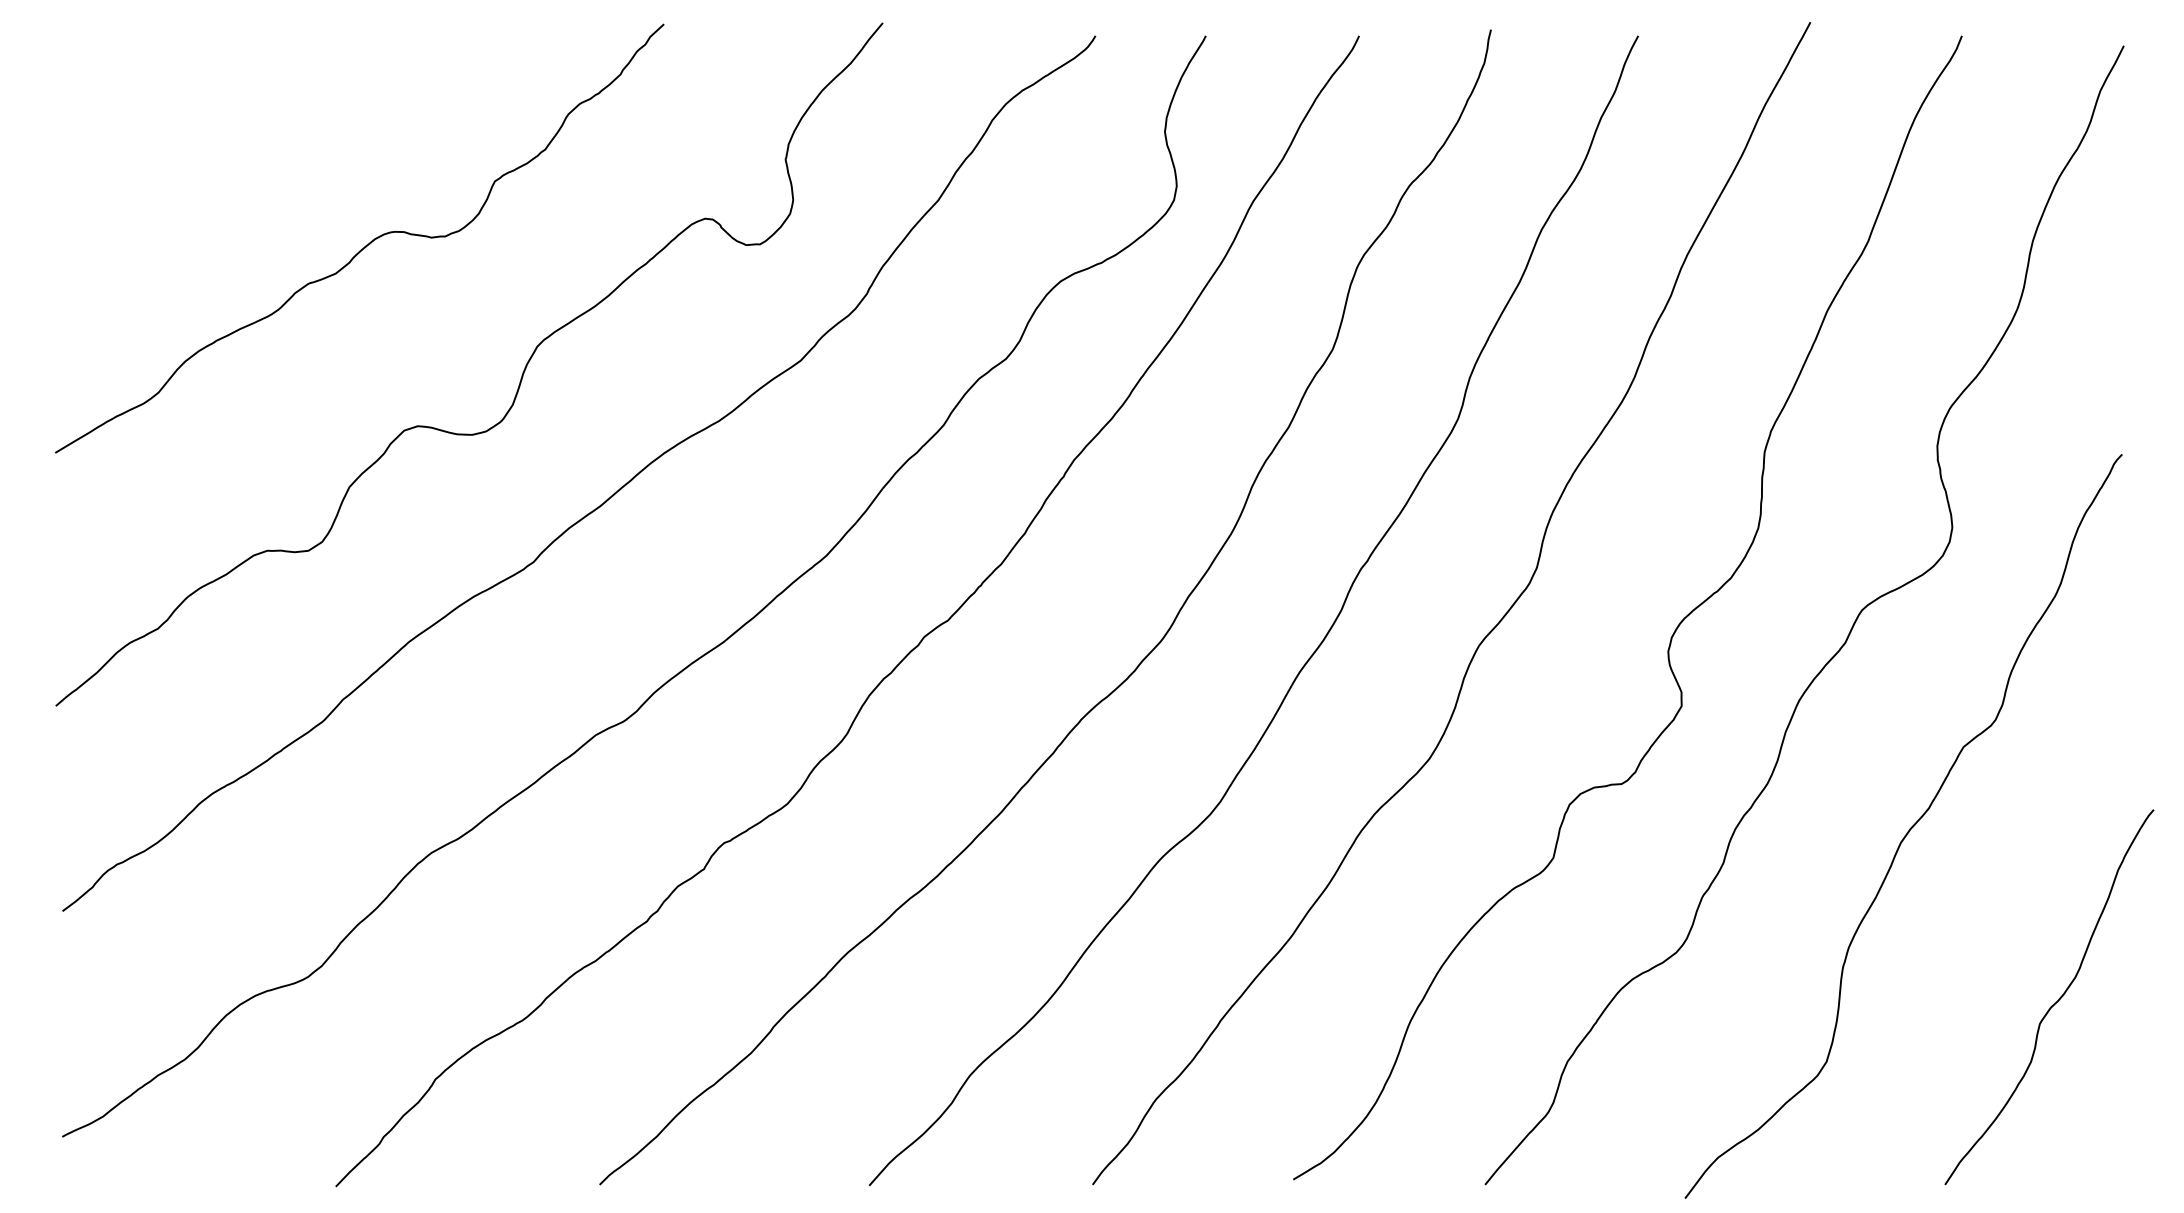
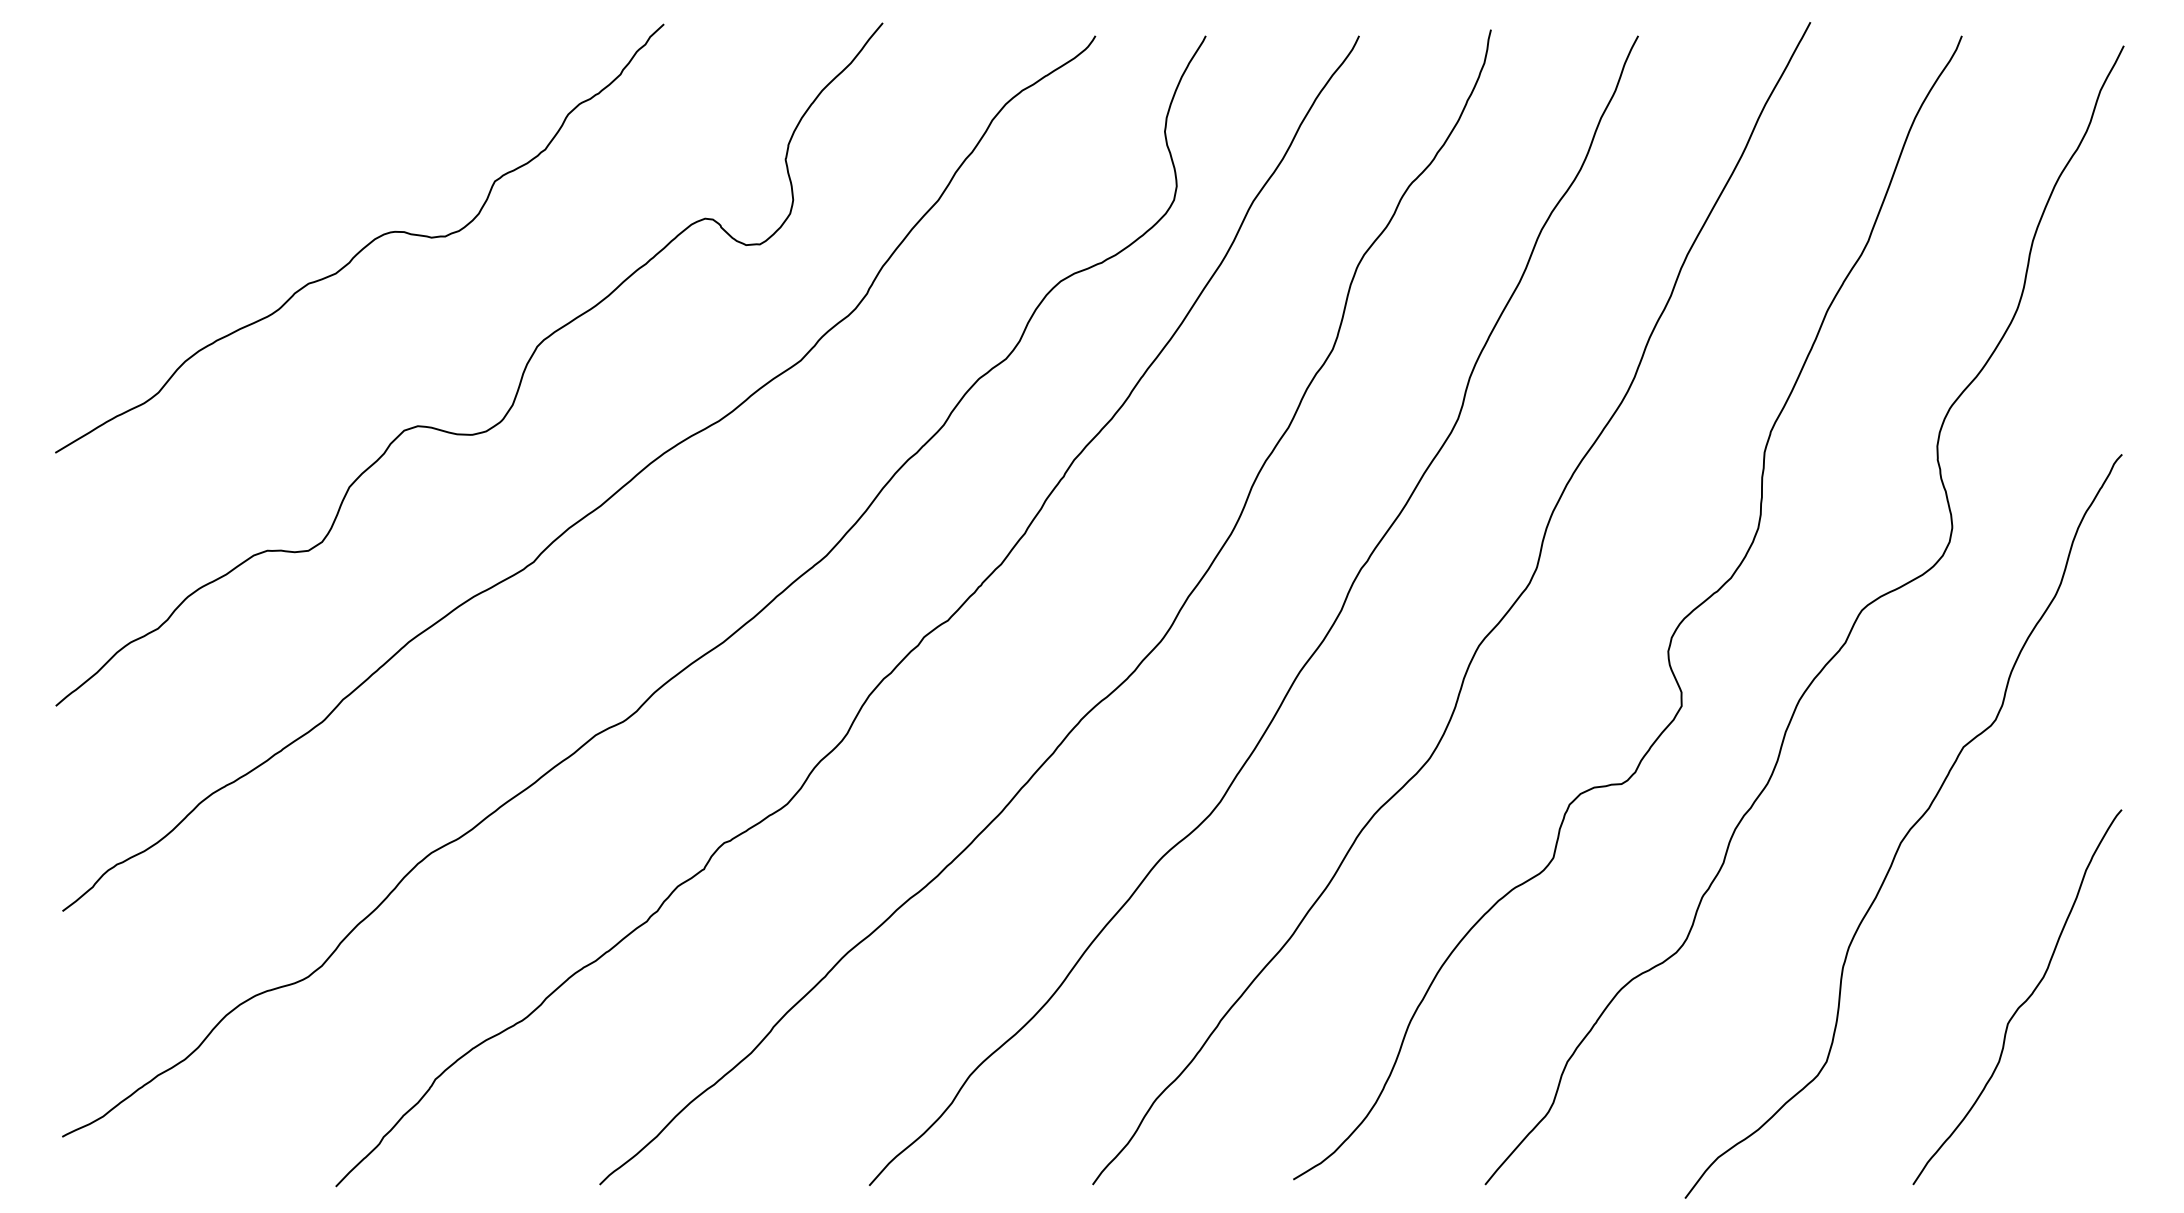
curve at (2053, 1003) position: (2053, 1003) -> (2021, 1003)
